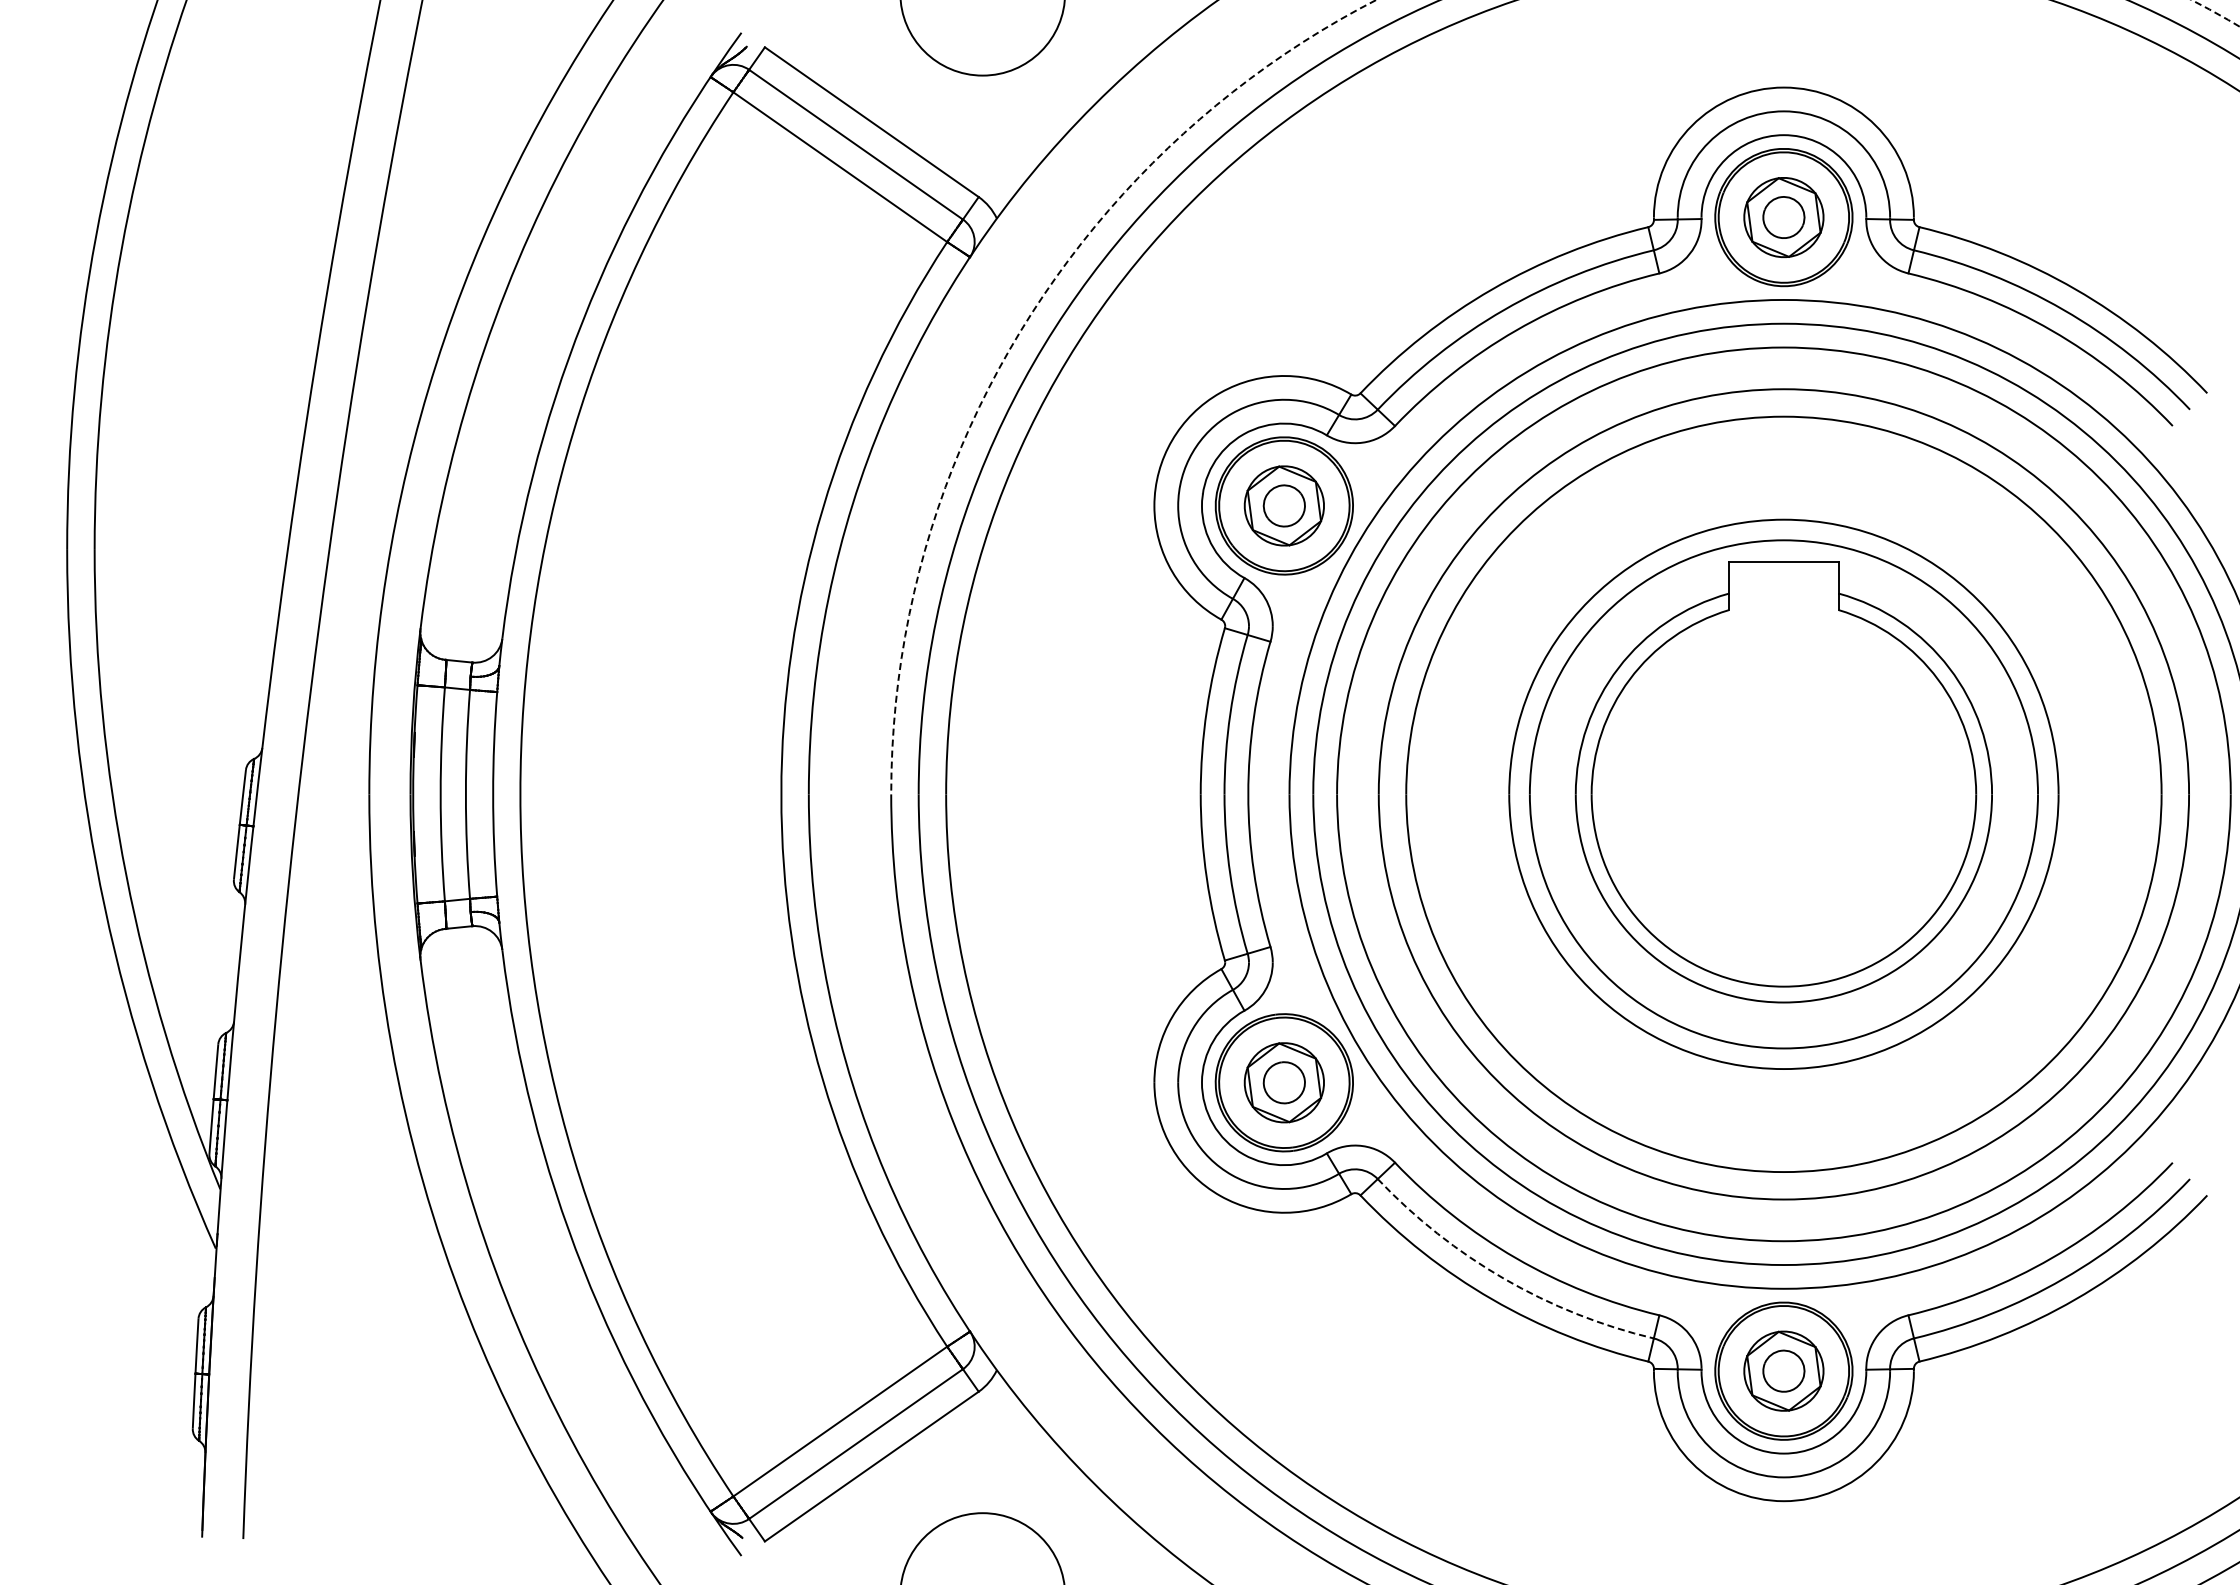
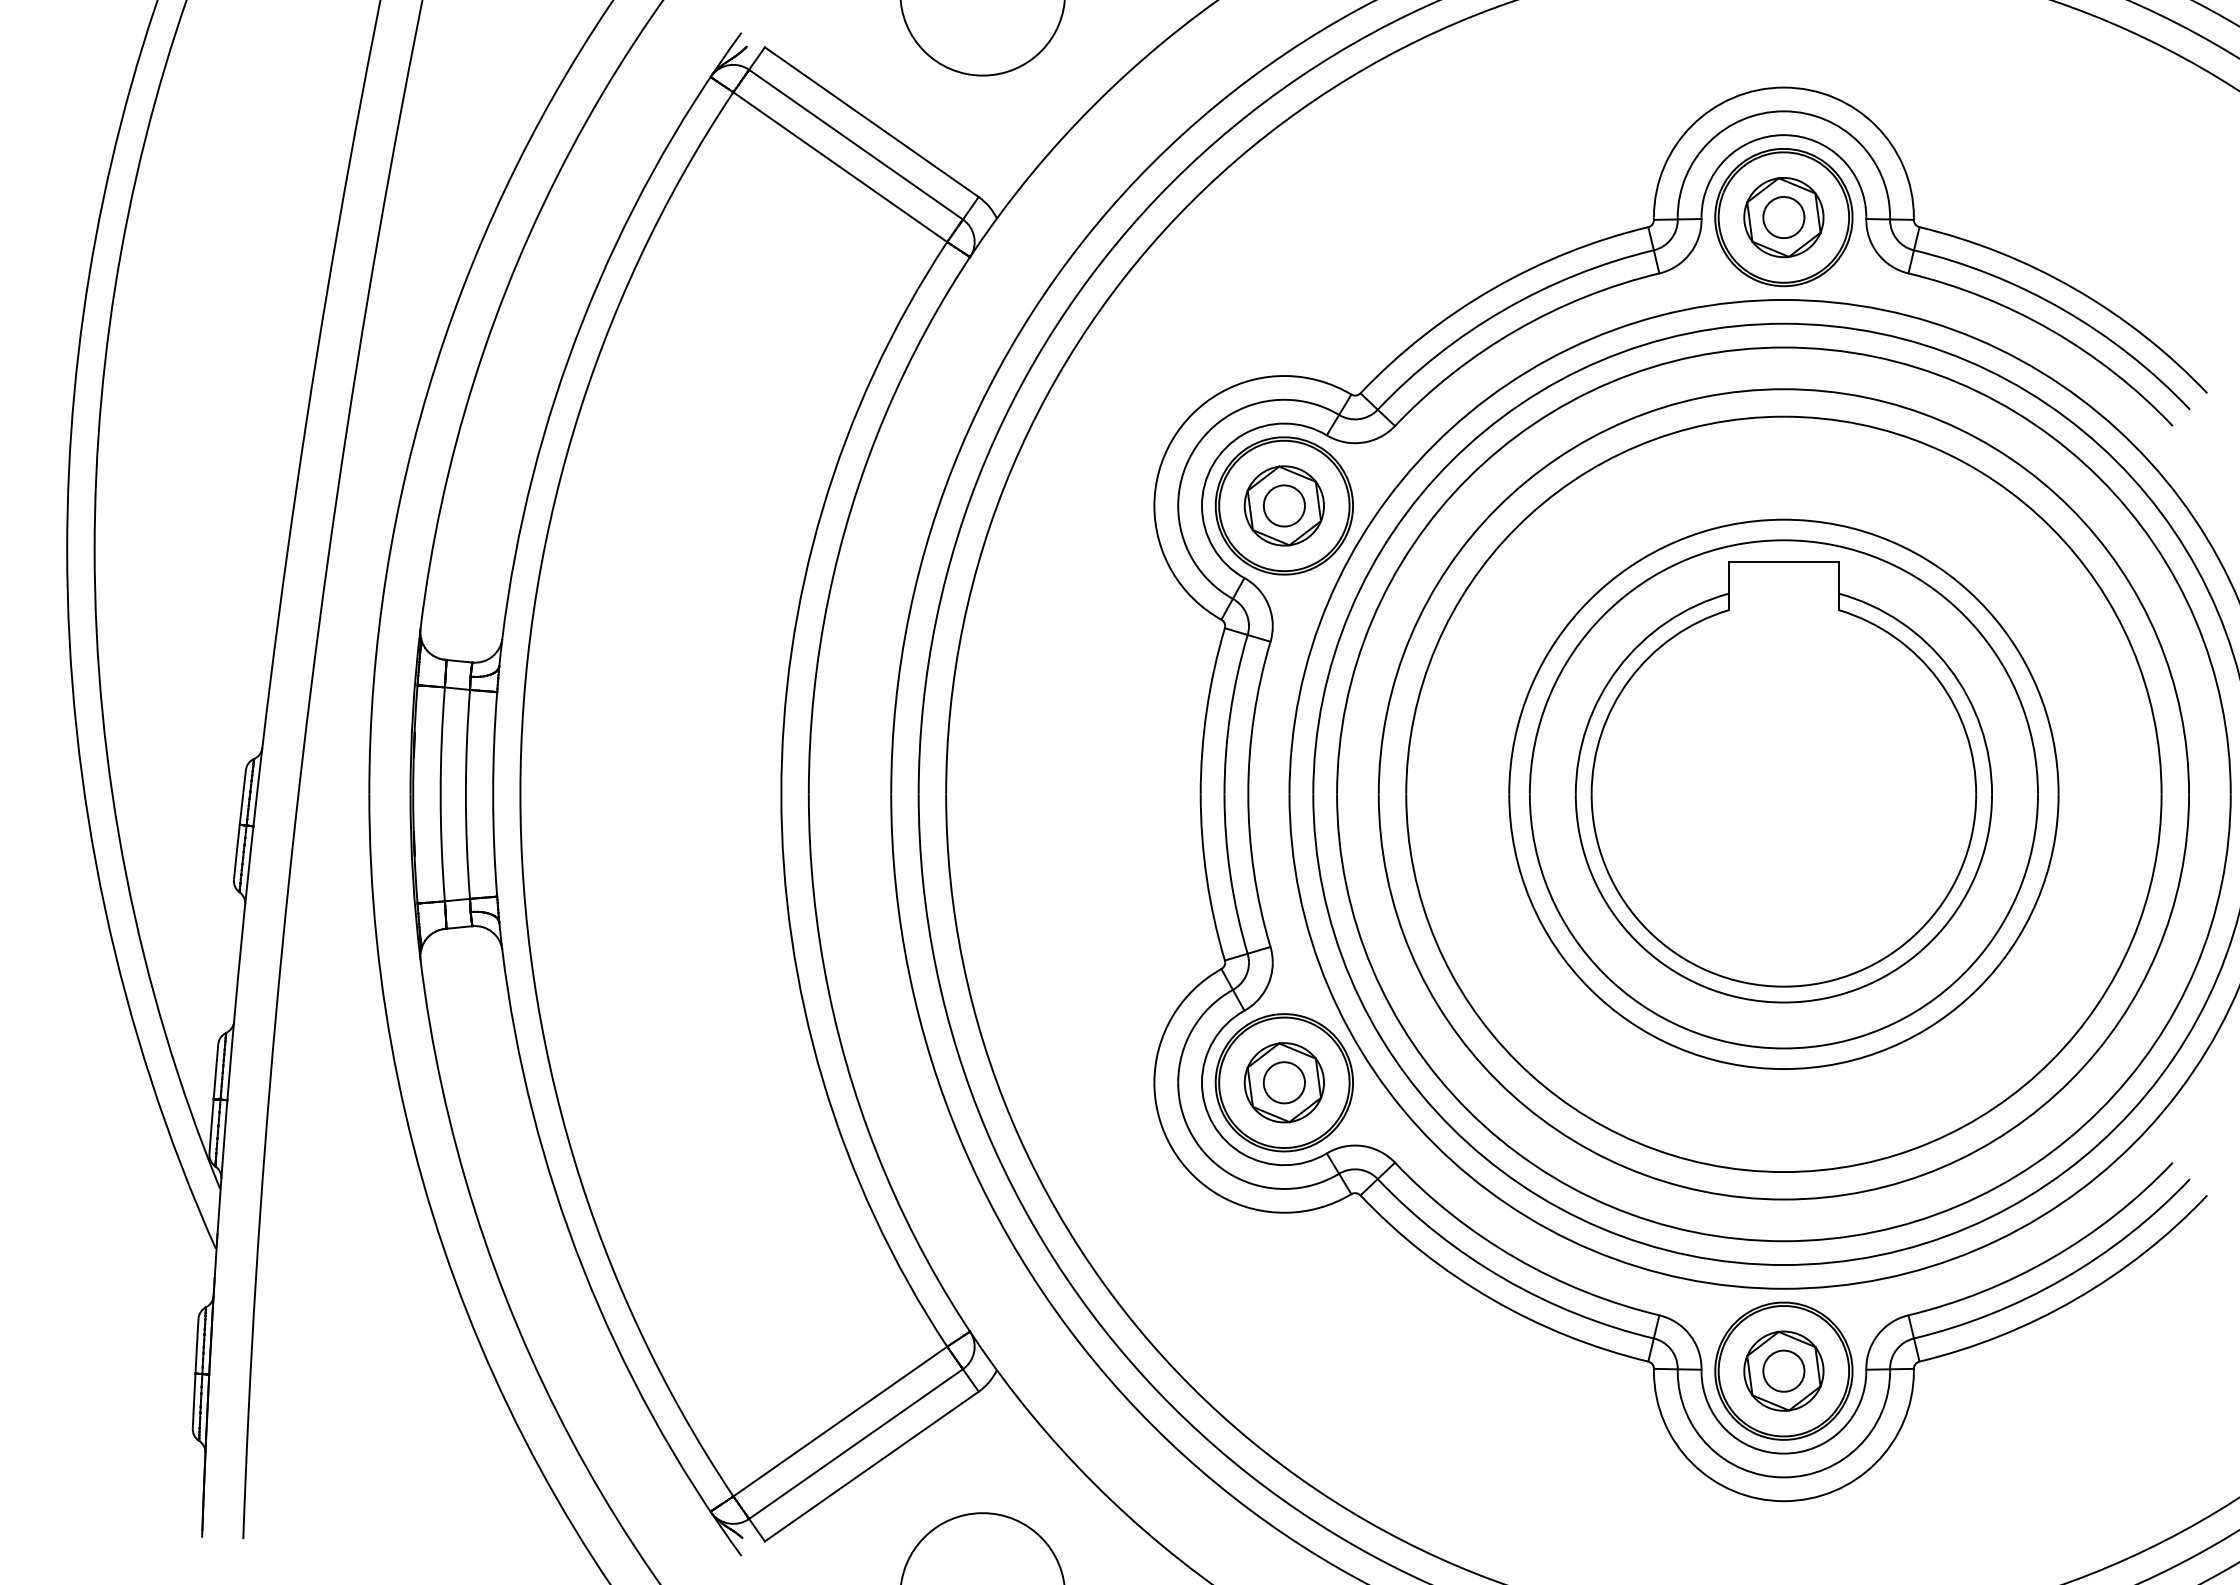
arc at (1037, 305): dashed -> solid
arc at (1504, 1278): dashed -> solid
